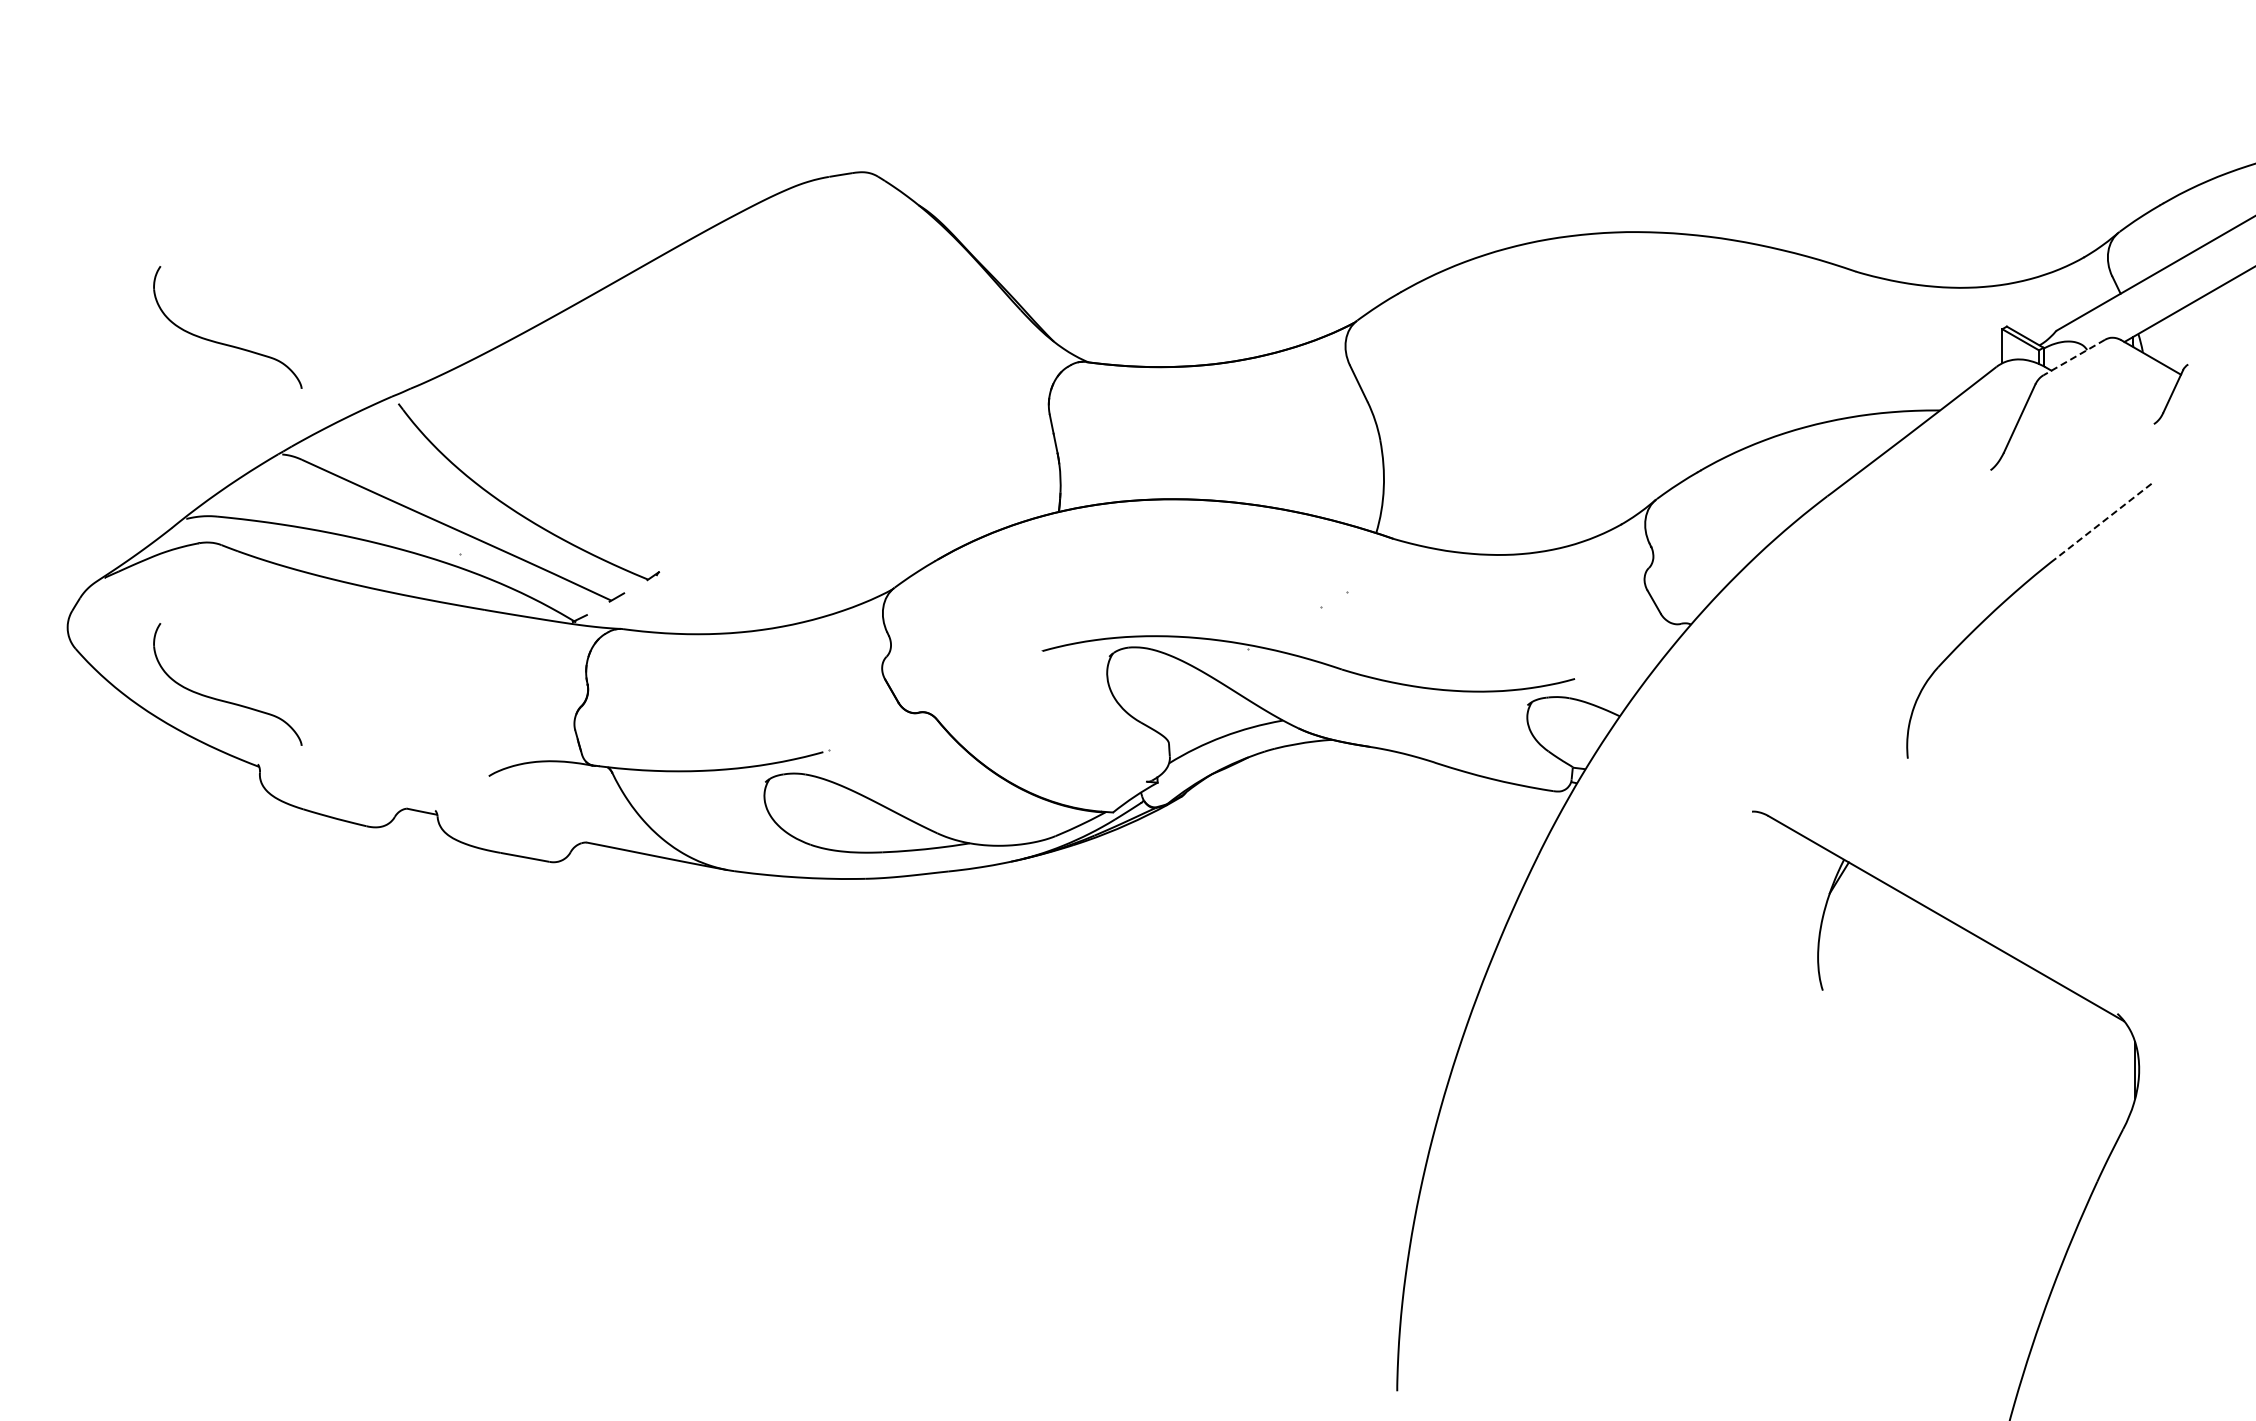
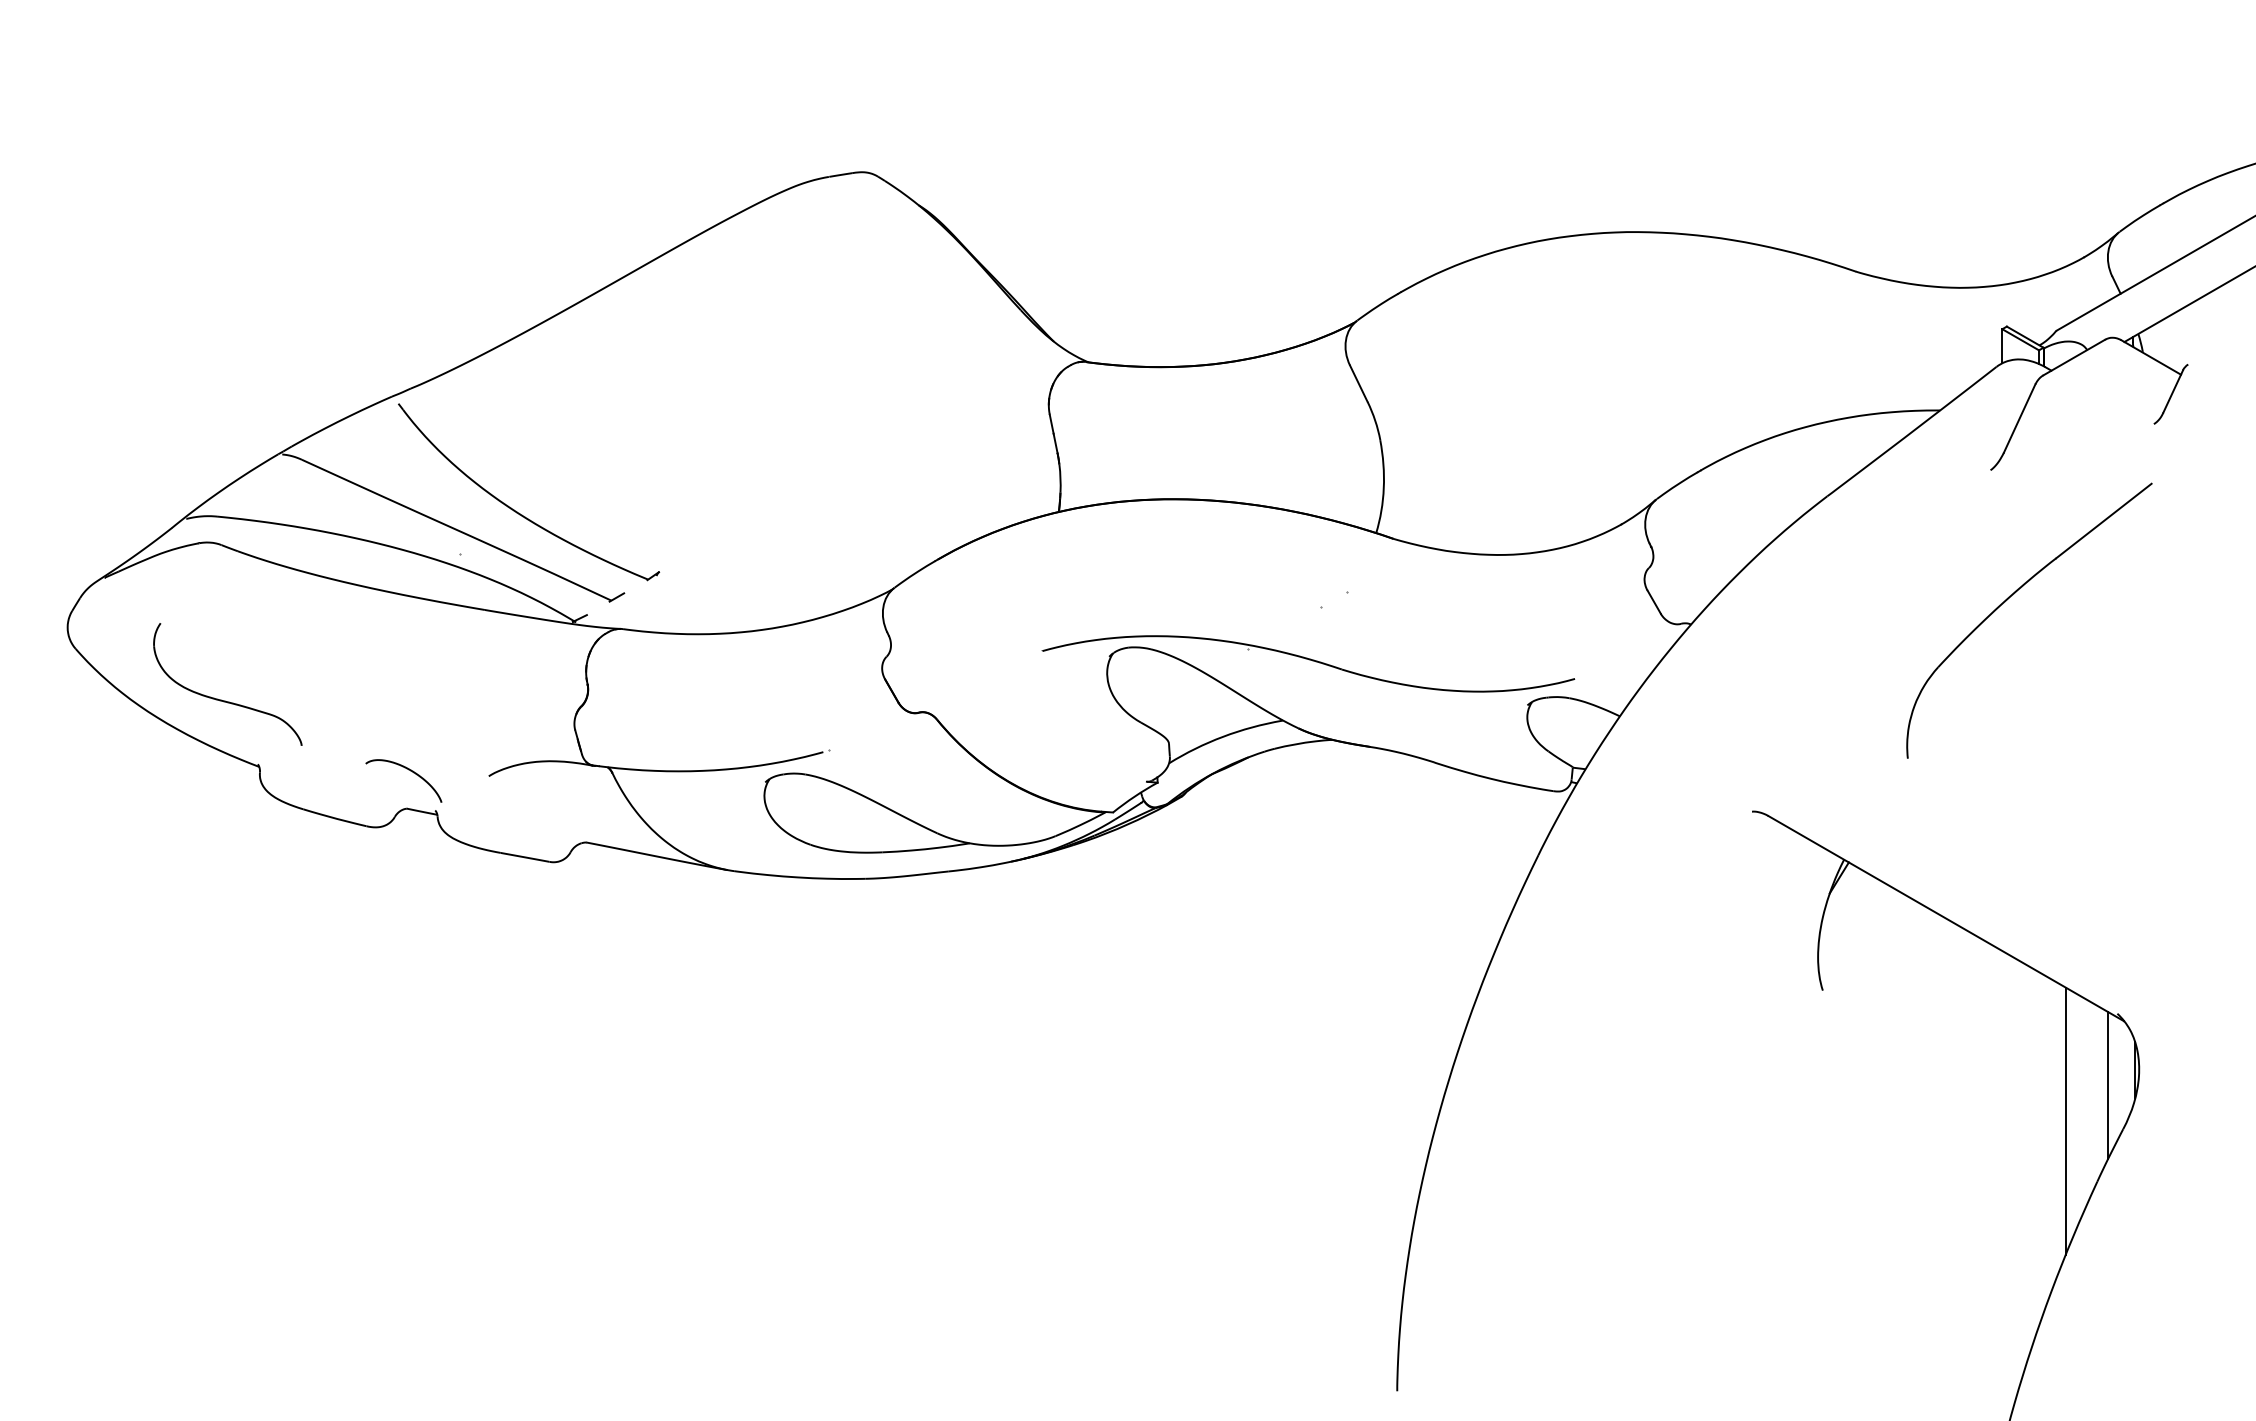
part at (225, 343): present -> none
line at (2073, 357): dashed -> solid
line at (2103, 521): dashed -> solid
curve at (408, 770): none -> present
line at (2108, 1085): none -> present
line at (2065, 1120): none -> present
